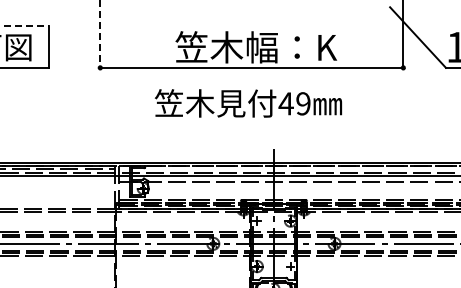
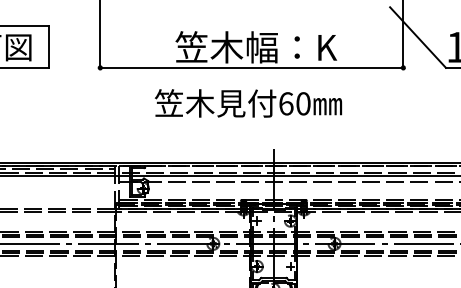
line at (25, 25): dashed -> solid
line at (100, 35): dashed -> solid
text at (294, 103): 49 -> 60
